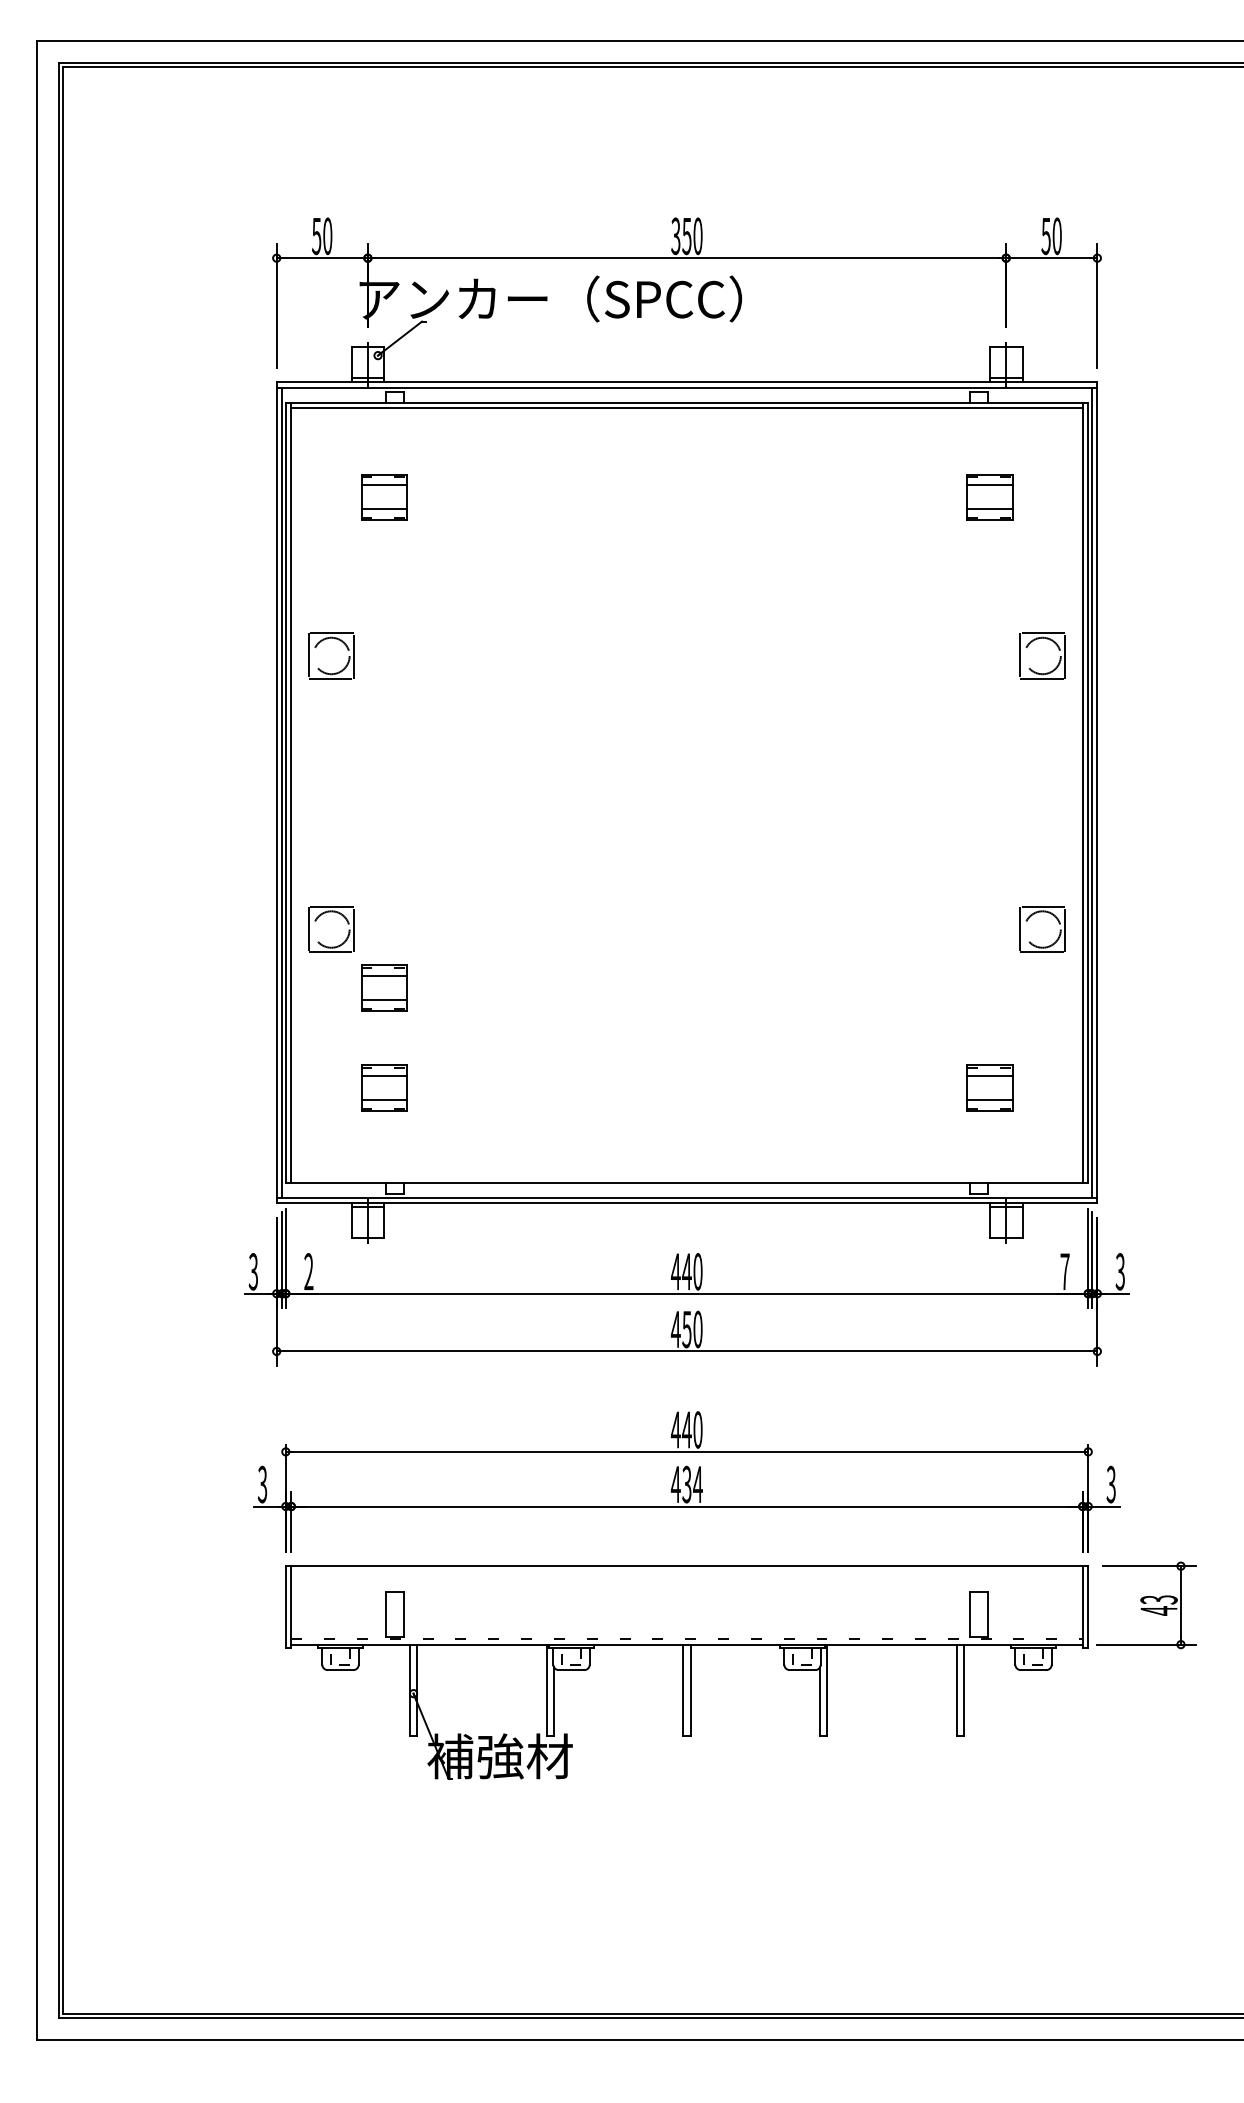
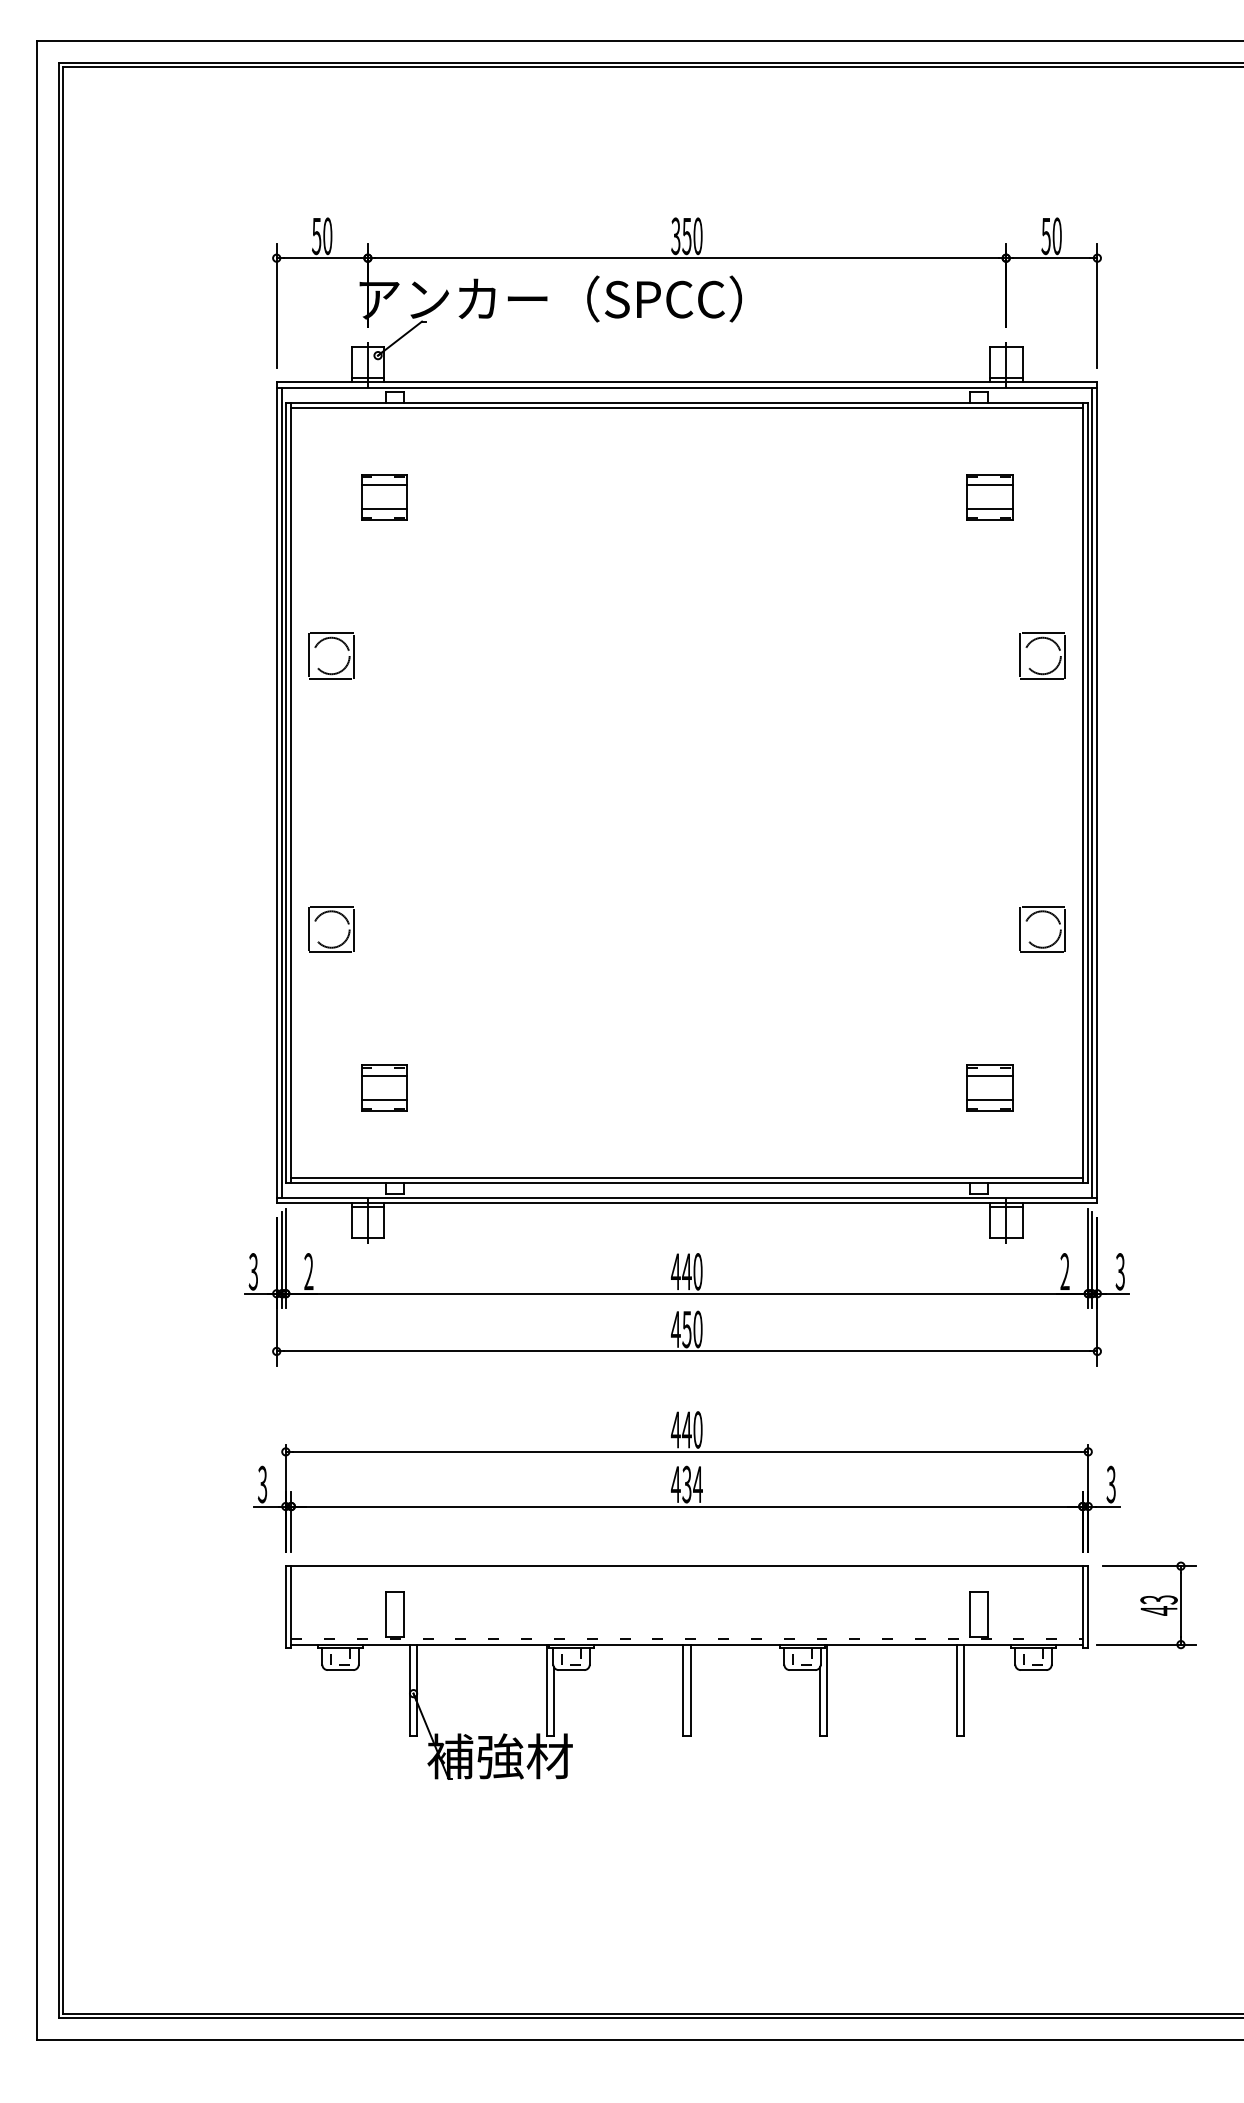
part at (384, 987): present -> none
line at (686, 1177): none -> present
text at (1064, 1271): 7 -> 2
